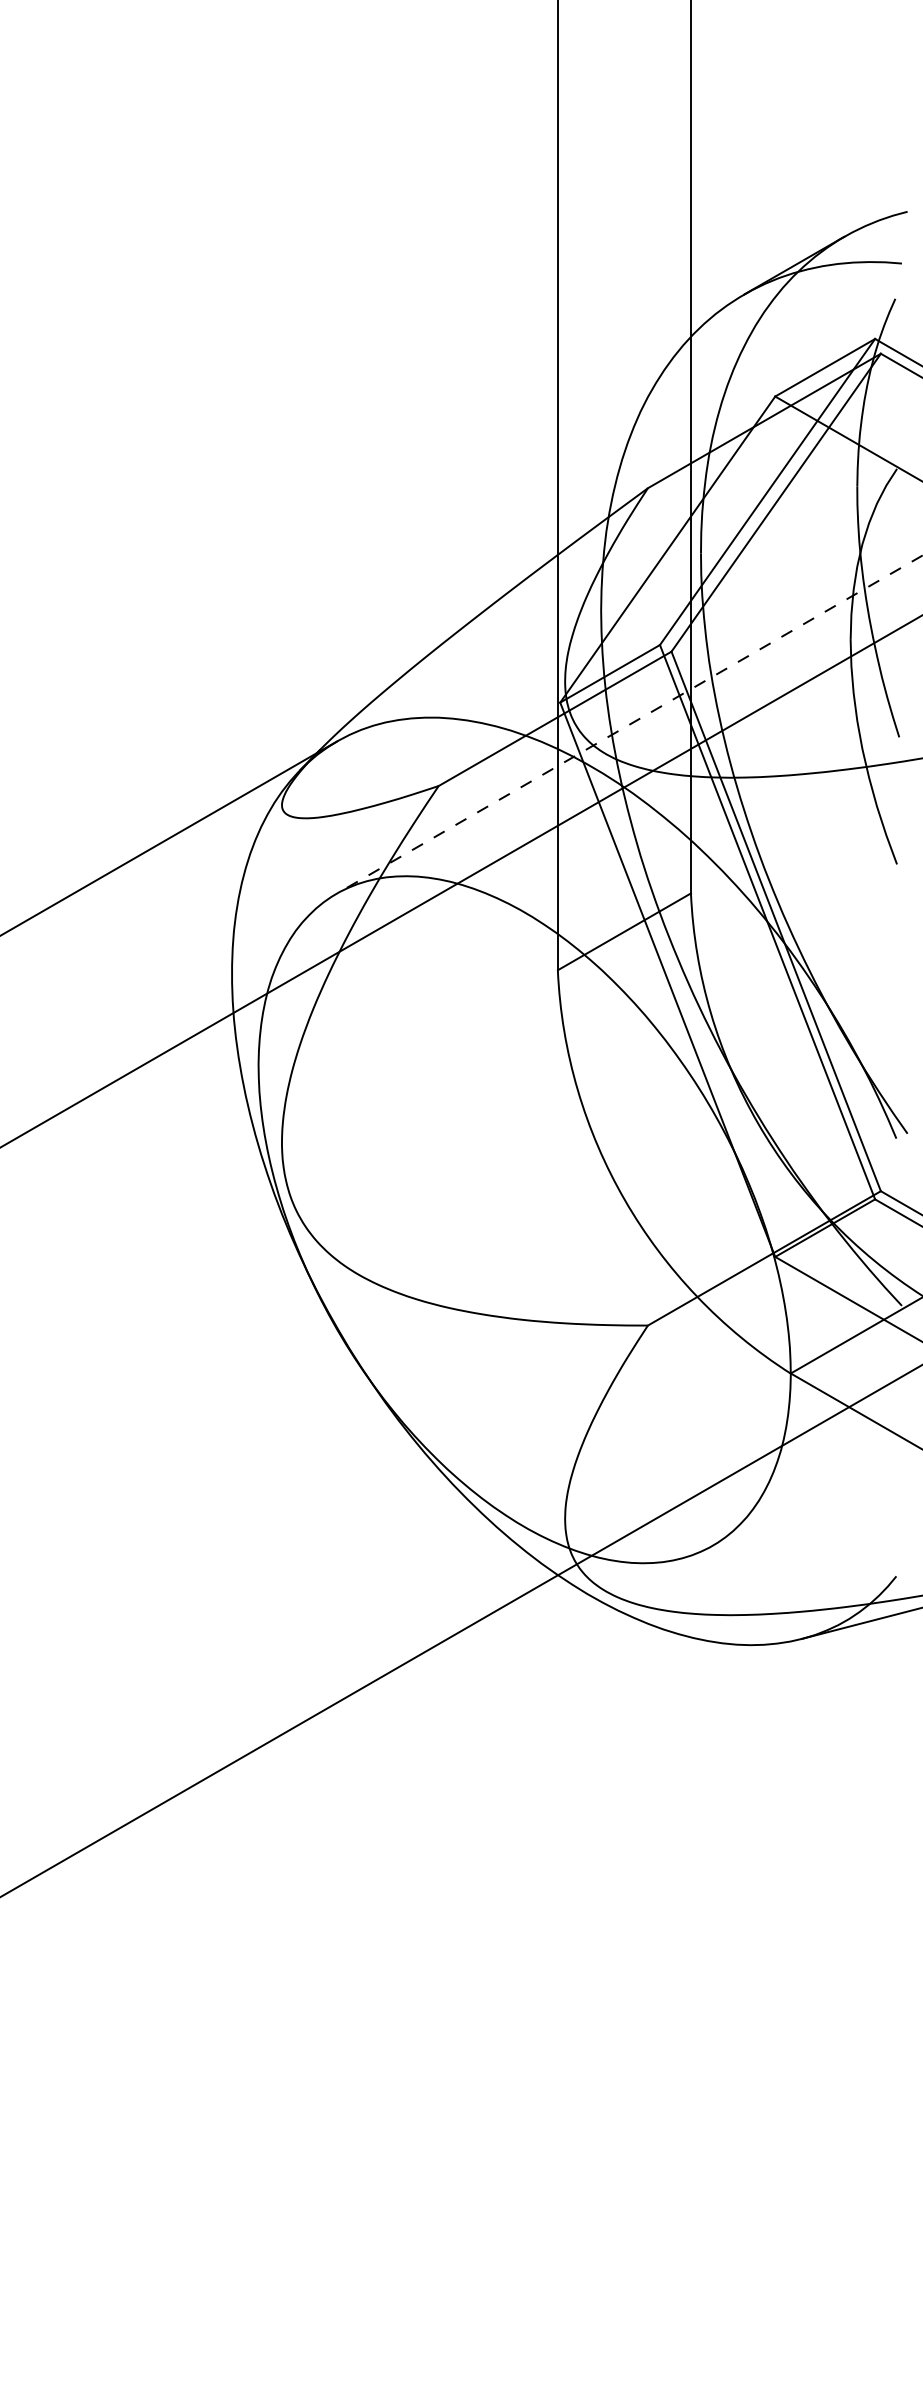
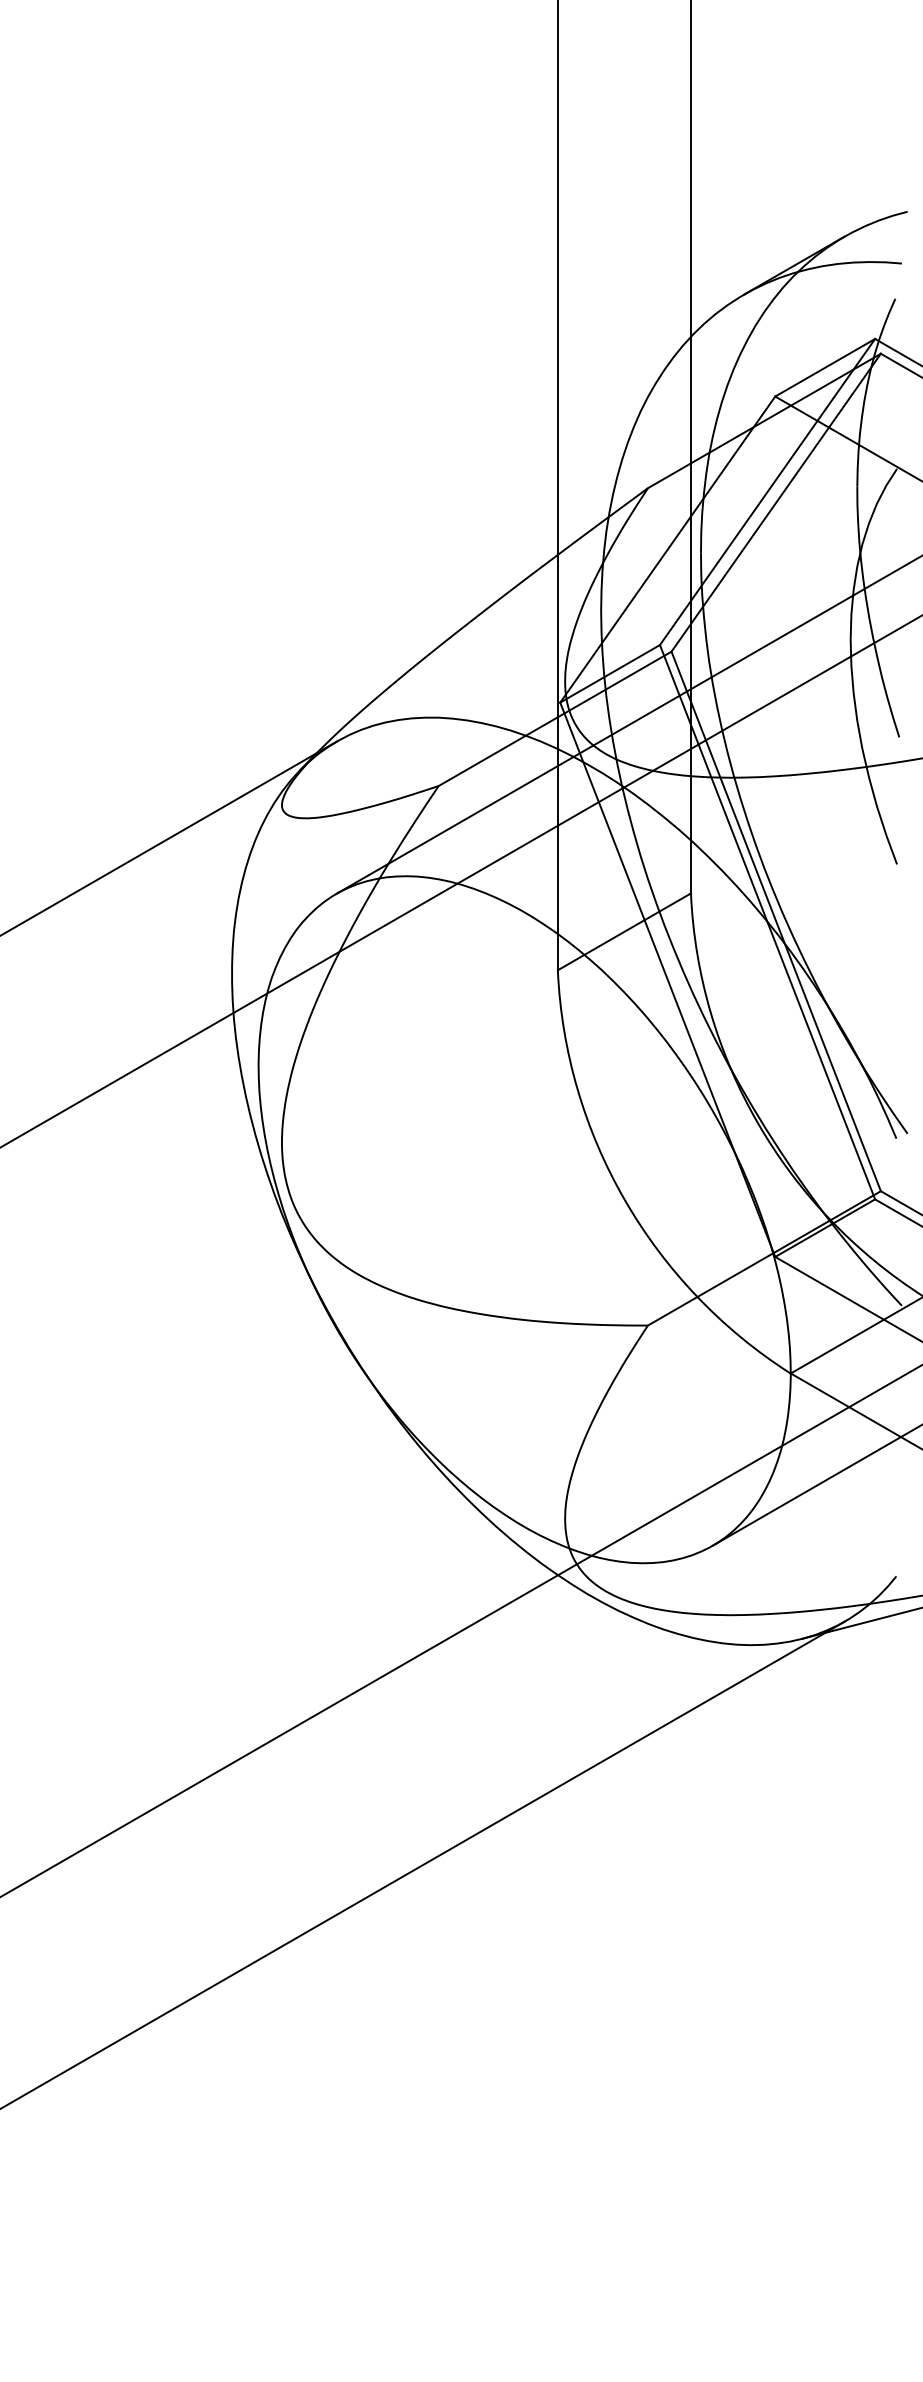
line at (629, 724): dashed -> solid
line at (815, 1485): none -> present
line at (423, 1864): none -> present
